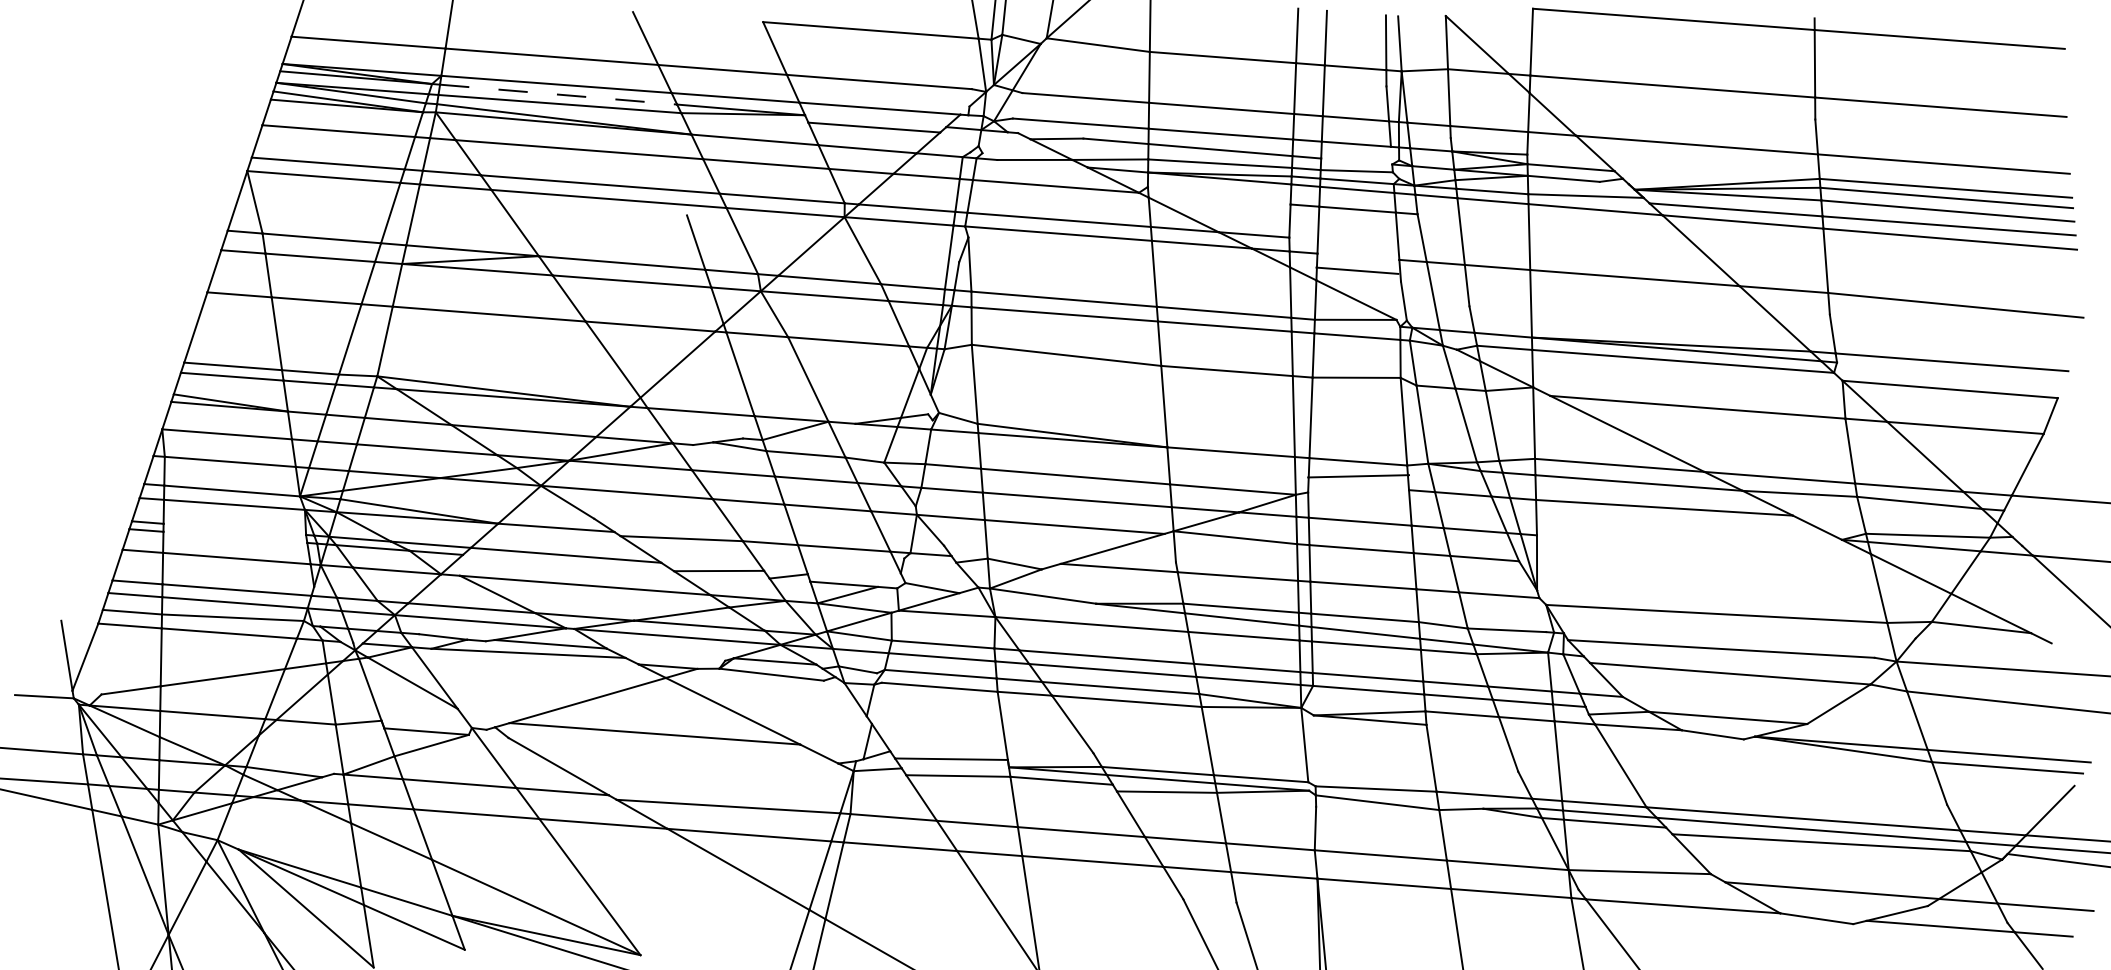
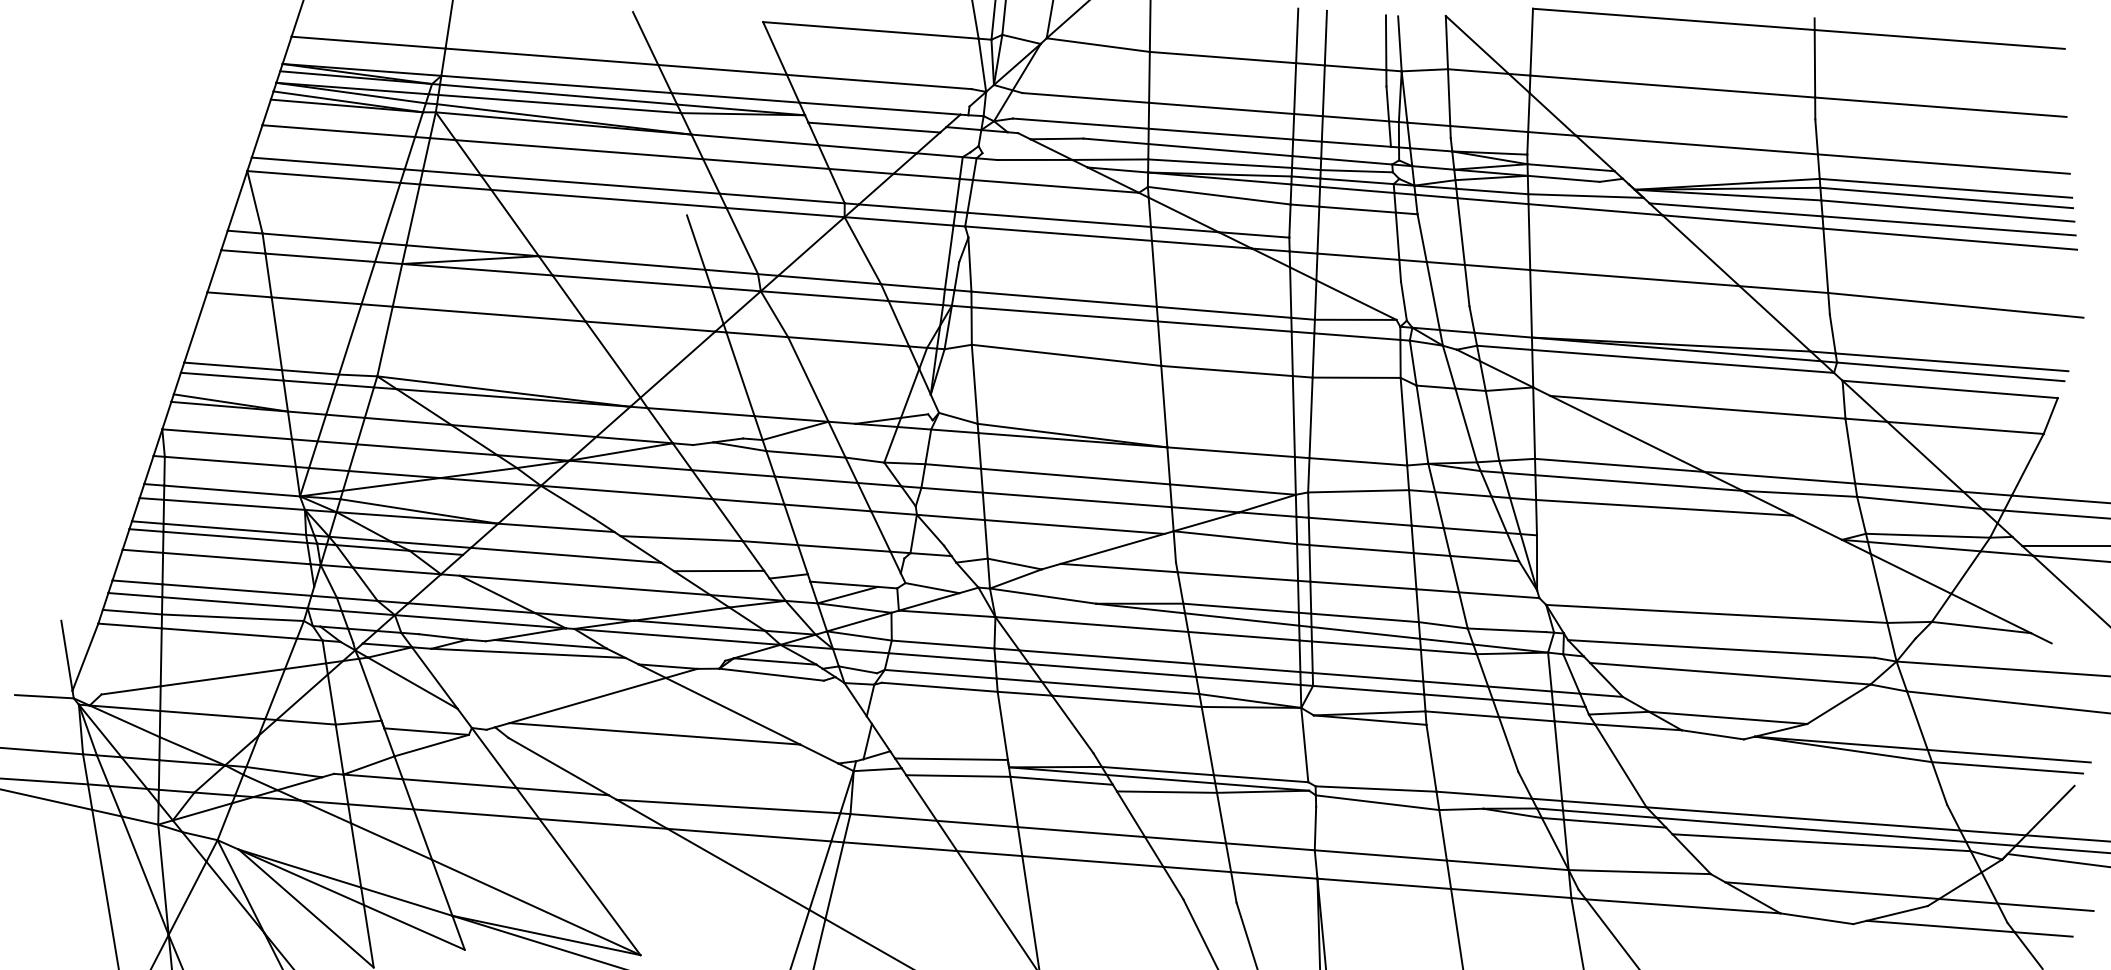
line at (558, 94): dashed -> solid
line at (1356, 161): none -> present
line at (1218, 195): none -> present
line at (1357, 270) position: (1357, 270) -> (1358, 256)
line at (1950, 371): none -> present
line at (1358, 476) position: (1358, 476) -> (1358, 491)
line at (2055, 514): none -> present
line at (234, 528): none -> present
line at (235, 536): none -> present
line at (2064, 545): none -> present
